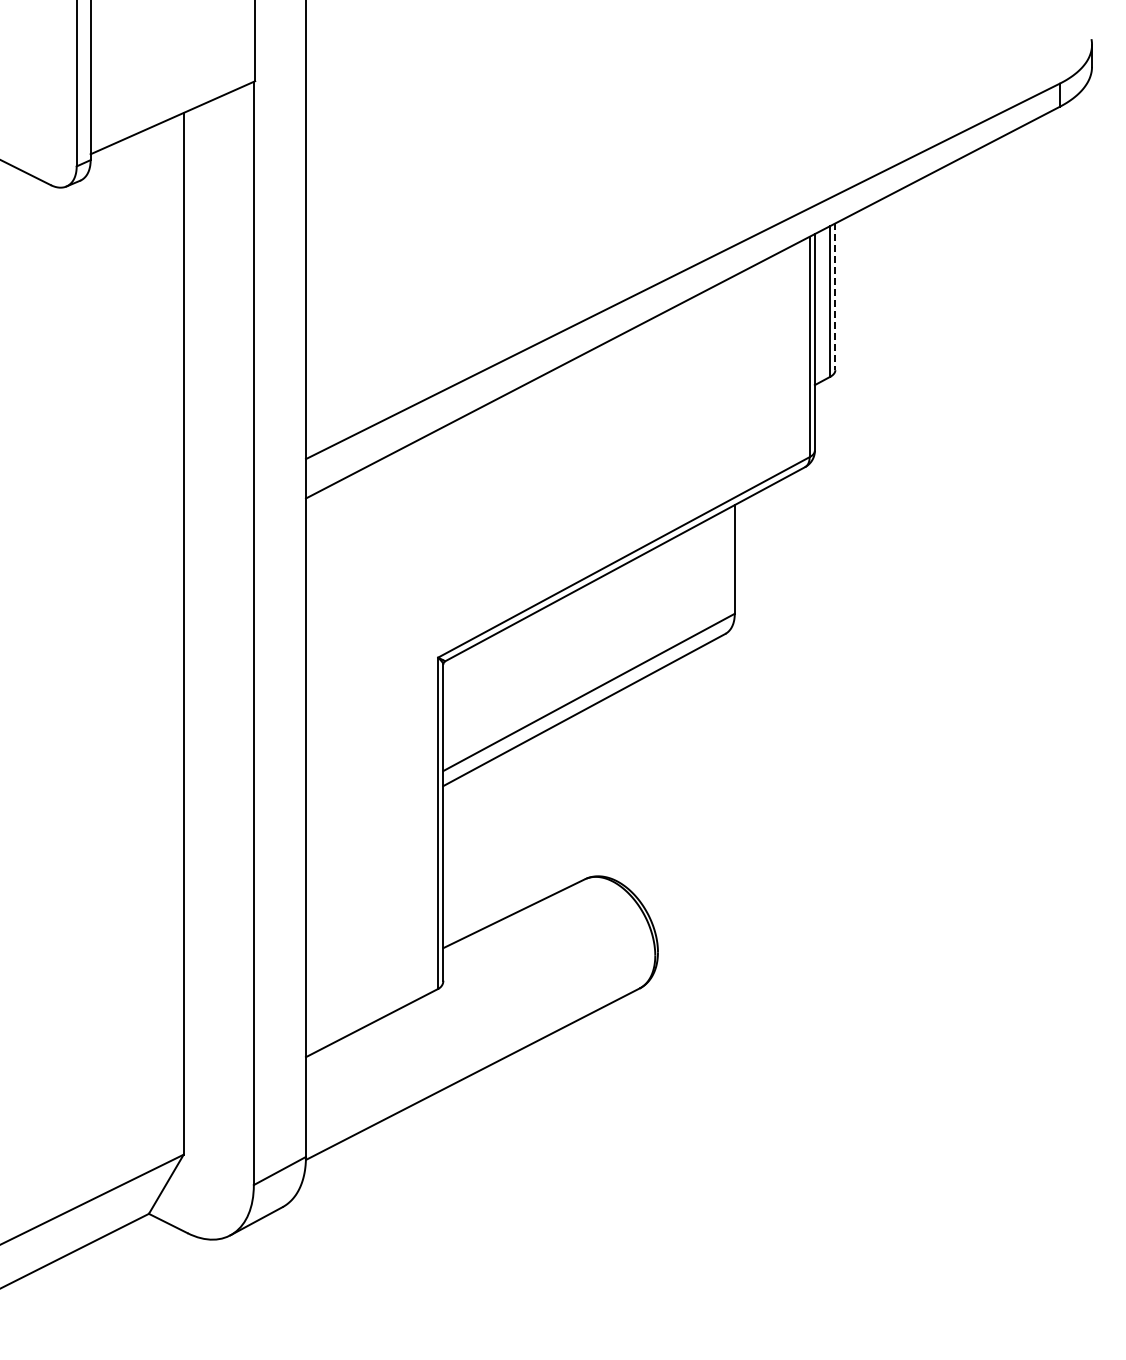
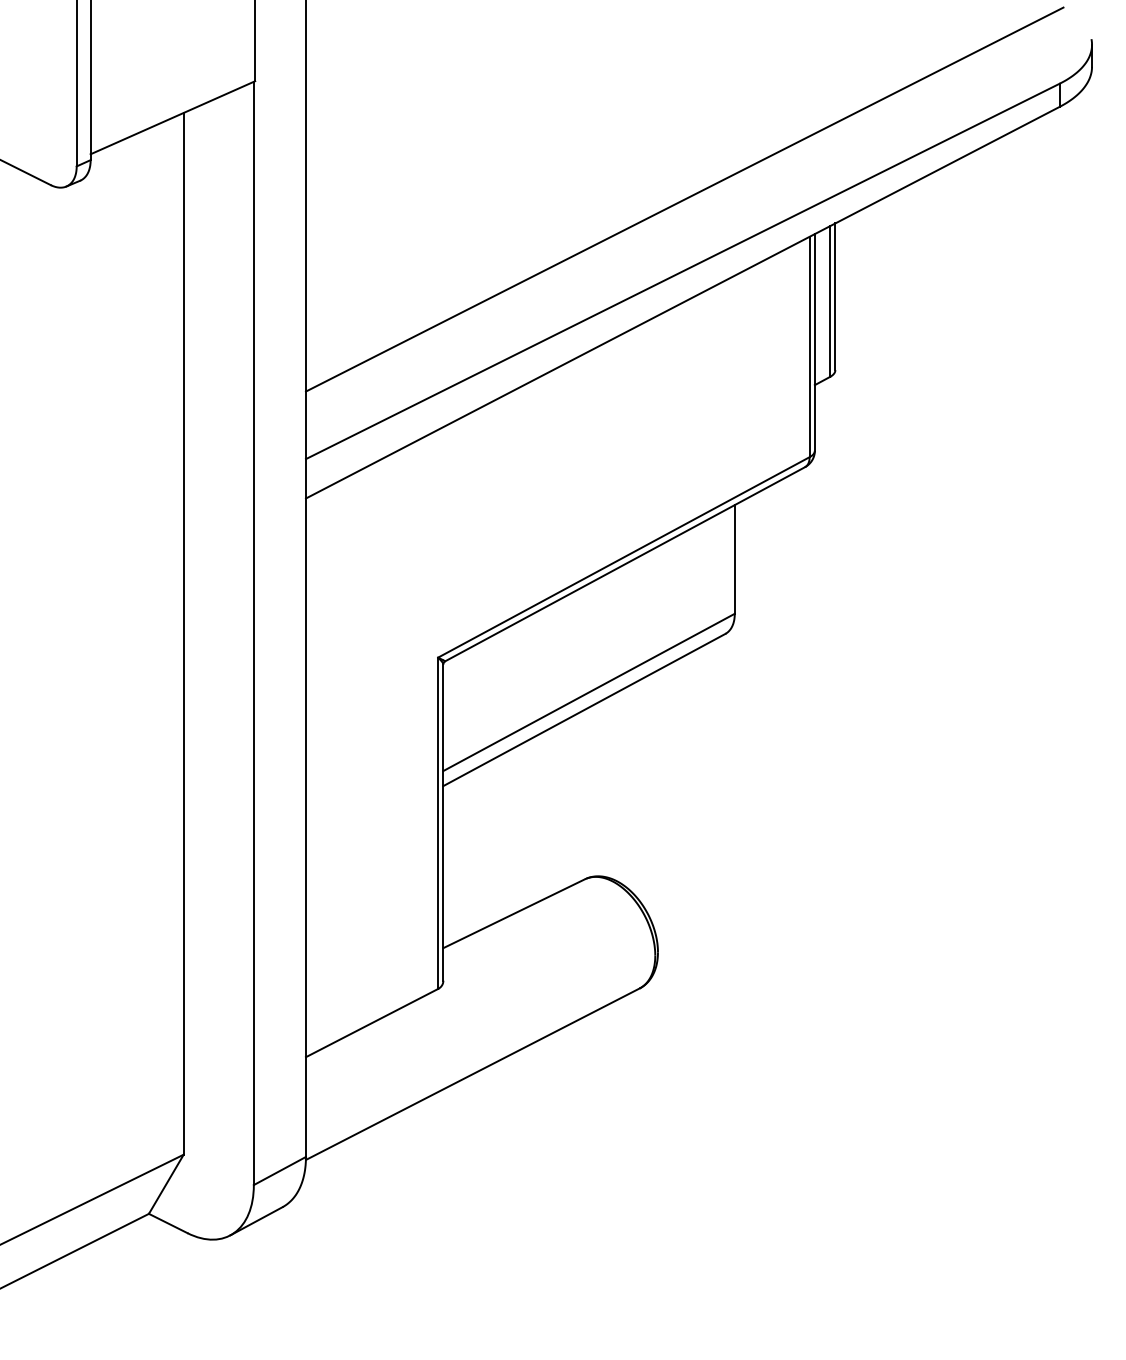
line at (684, 199): none -> present
line at (835, 297): dashed -> solid
